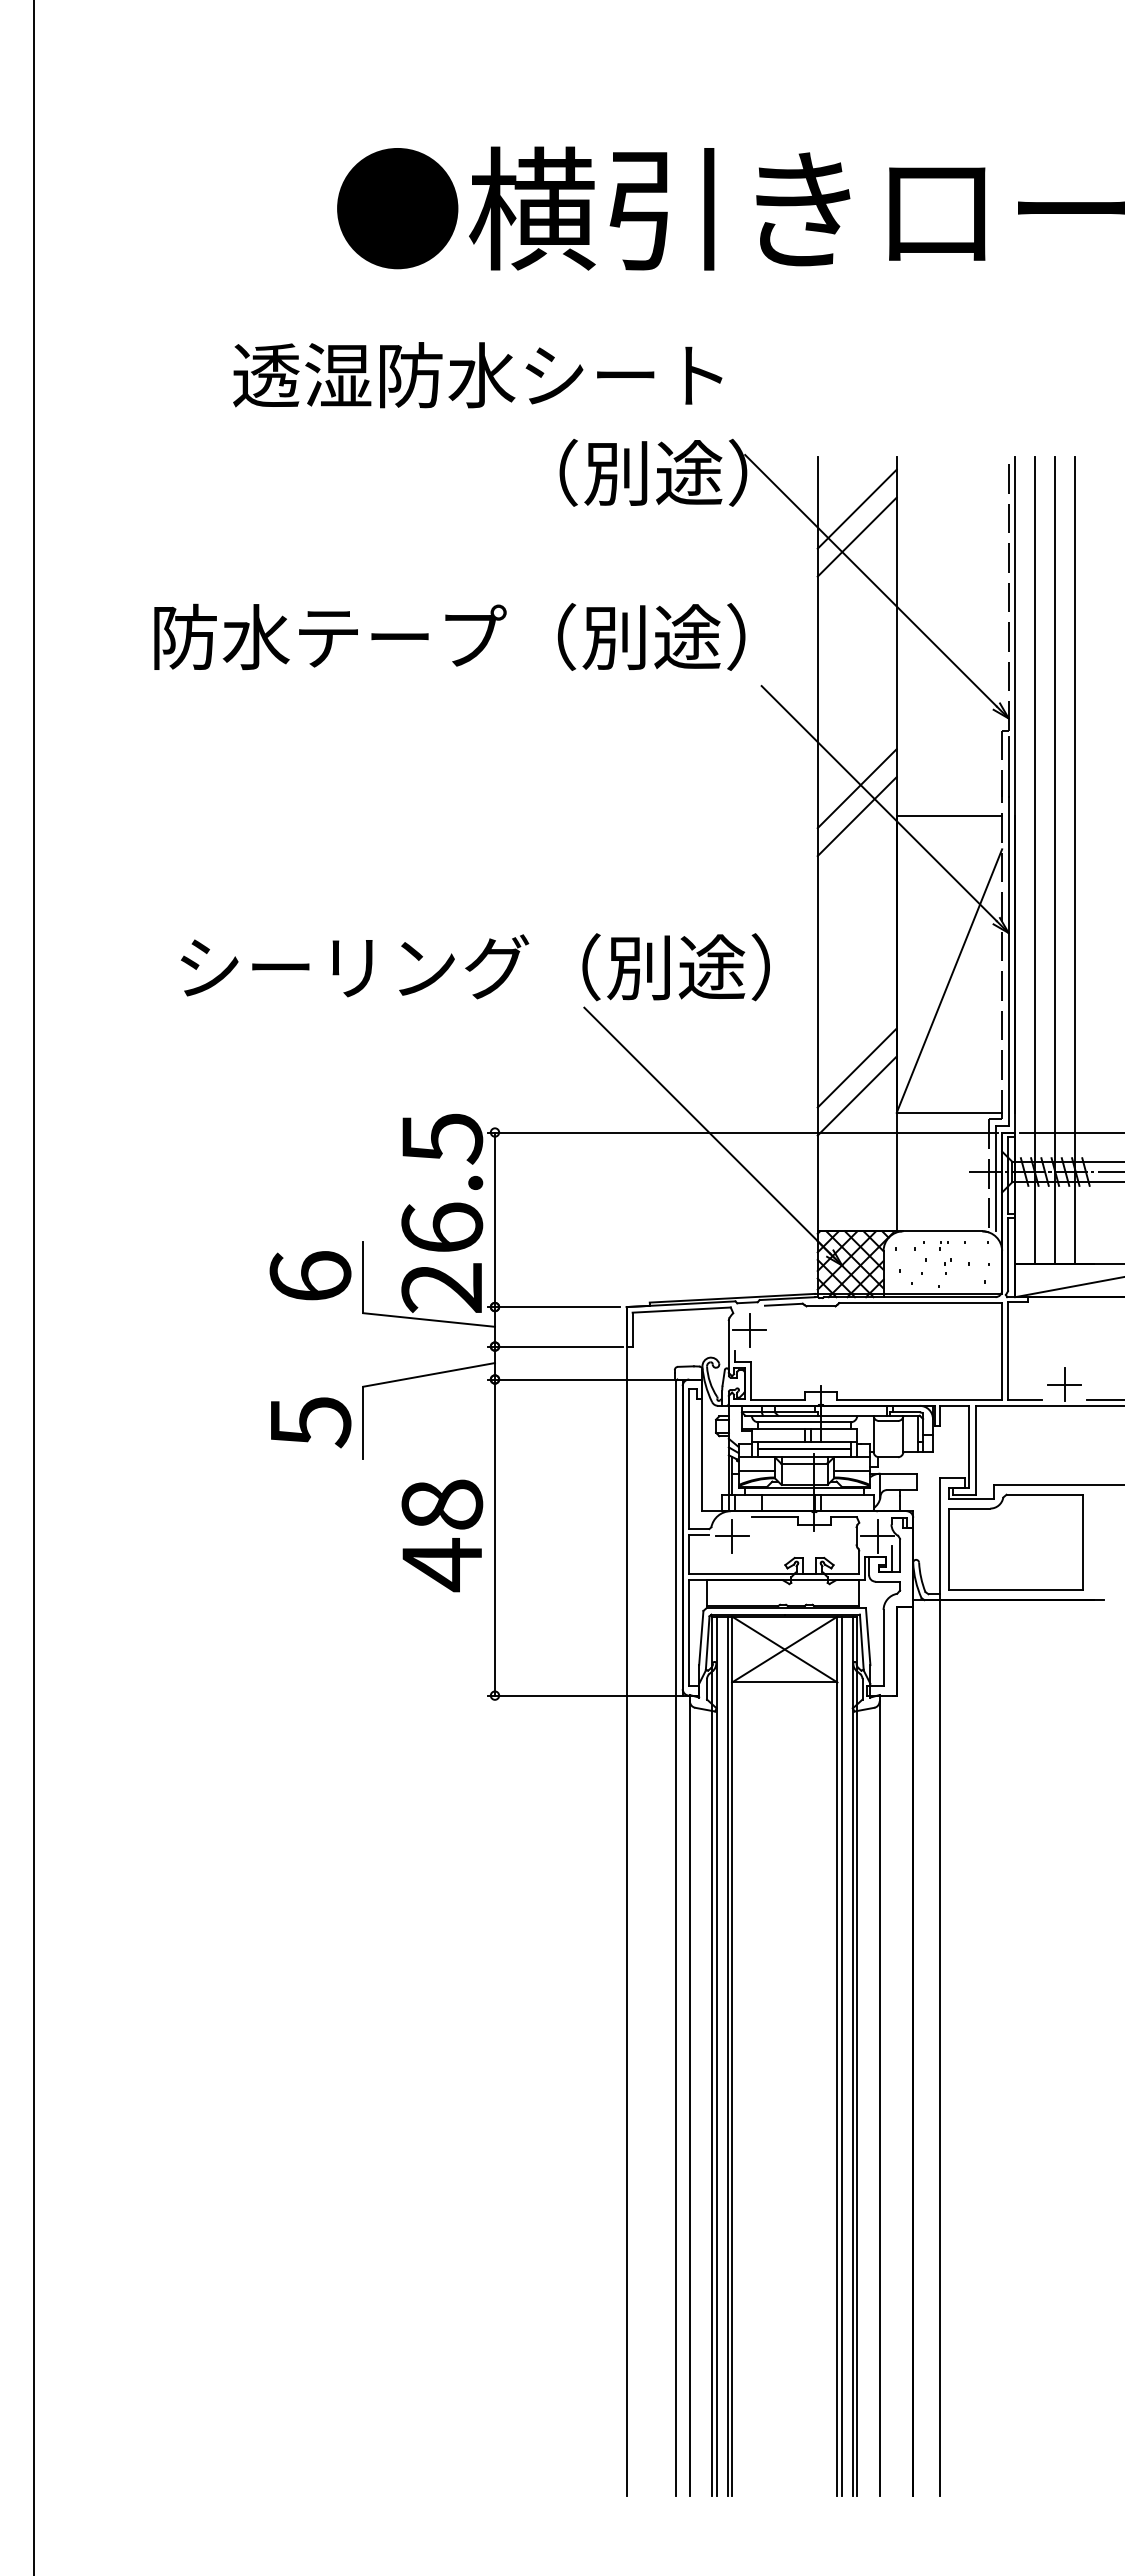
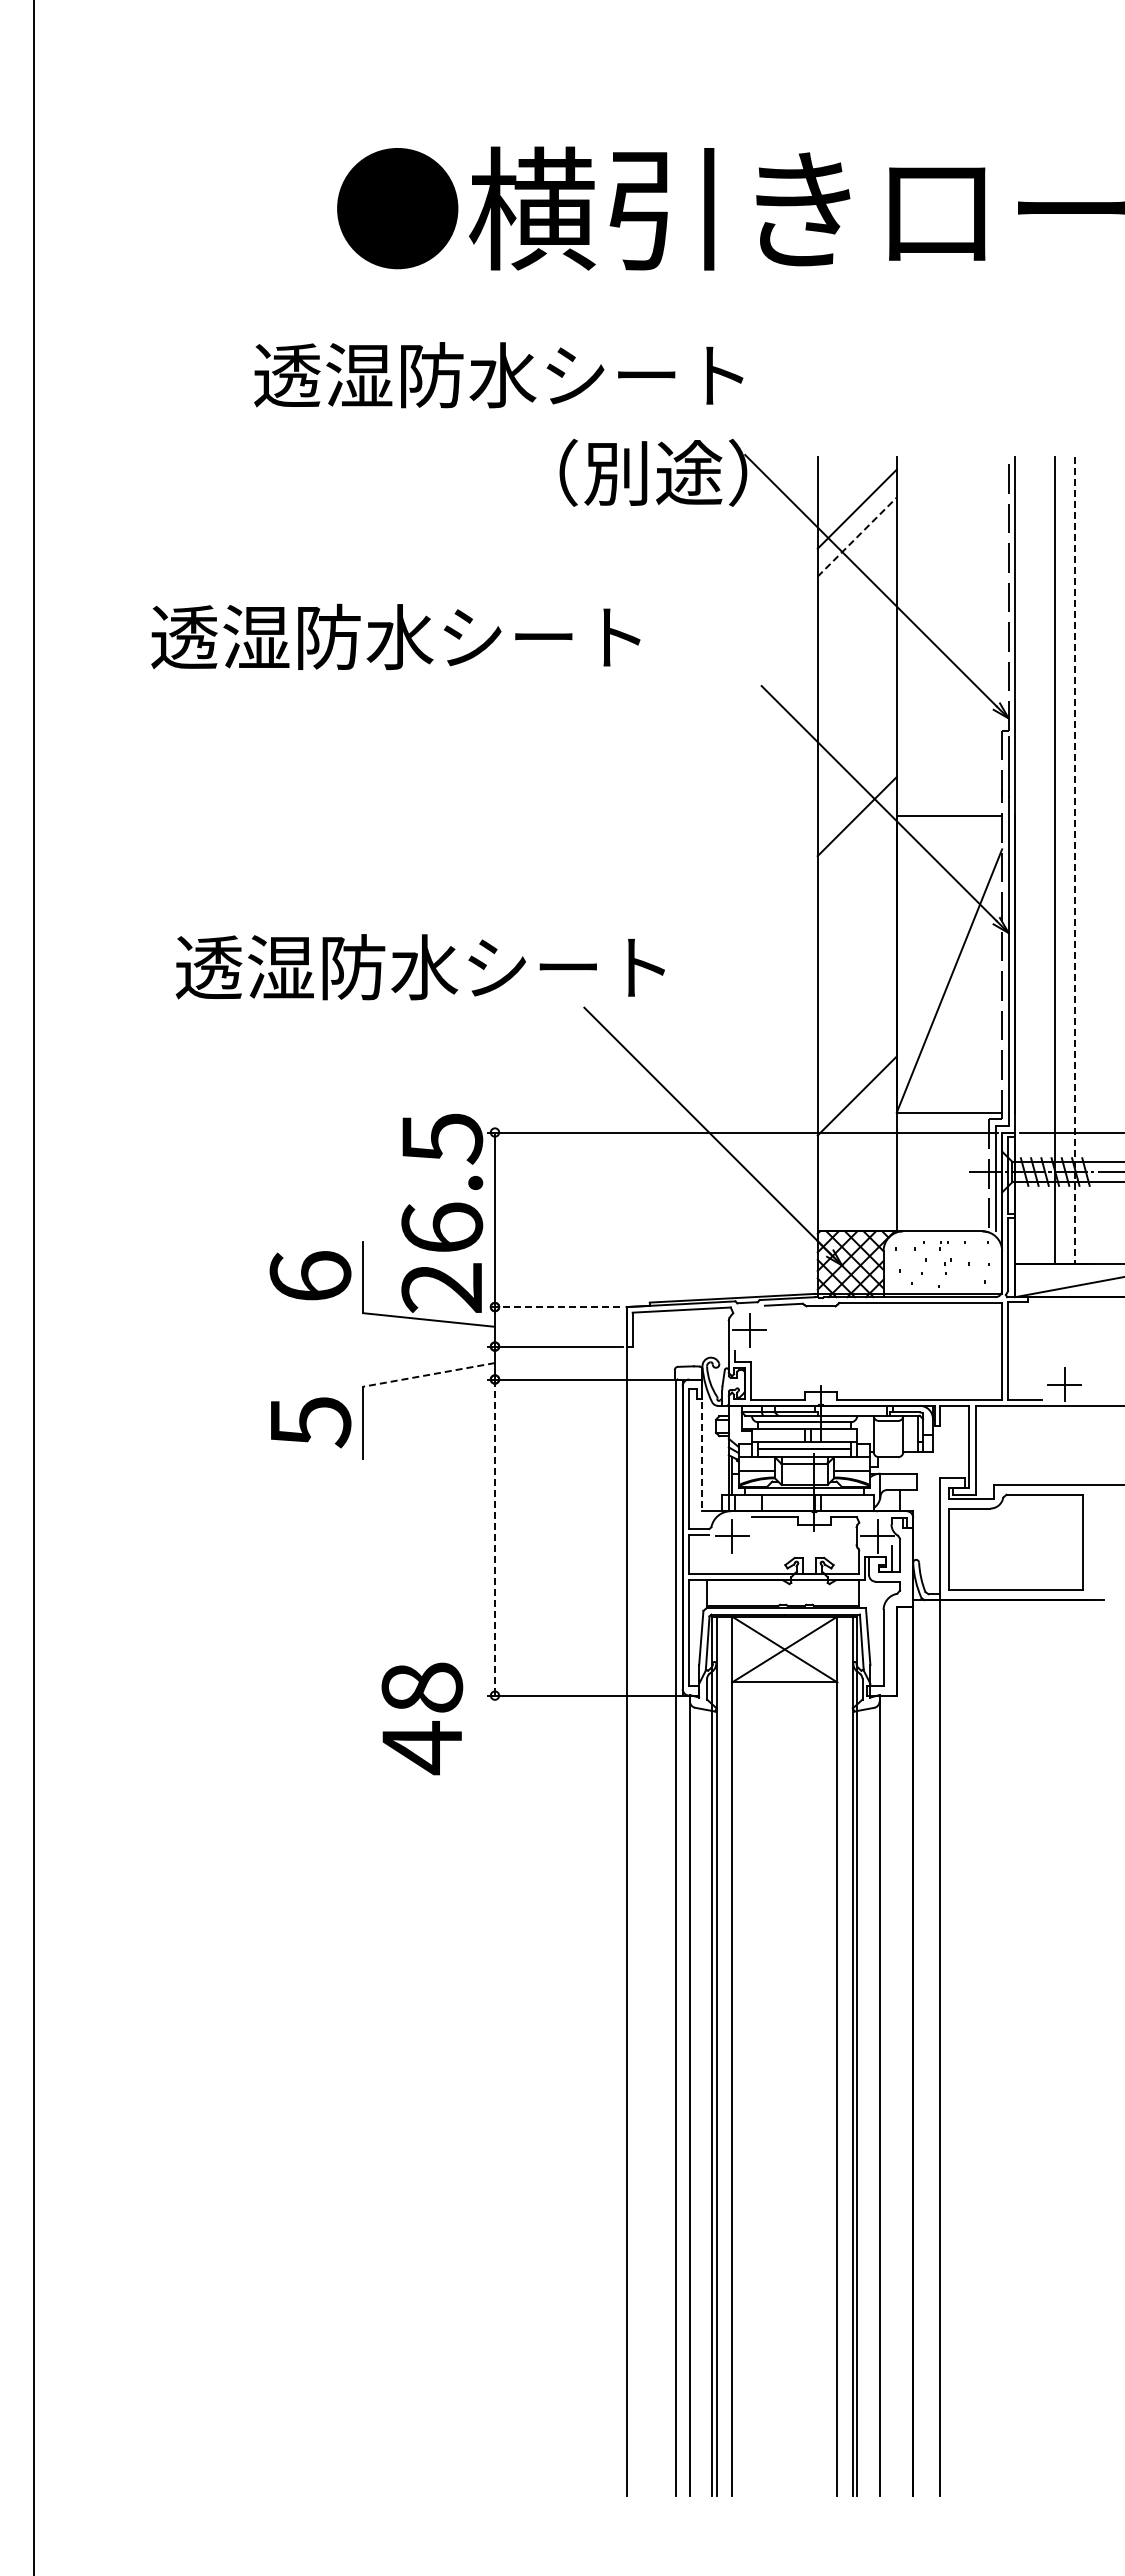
text at (477, 375) position: (477, 375) -> (498, 375)
line at (857, 537): solid -> dashed
text at (448, 636): 防水テープ（別途） -> 透湿防水シート
line at (856, 788): present -> none
line at (1035, 860): present -> none
line at (1074, 861): solid -> dashed
text at (472, 967): シーリング（別途） -> 透湿防水シート
line at (856, 1067): present -> none
line at (554, 1307): solid -> dashed
line at (429, 1374): solid -> dashed
line at (1104, 1399): present -> none
line at (702, 1445): solid -> dashed
text at (442, 1535) position: (442, 1535) -> (422, 1718)
line at (495, 1538): solid -> dashed
line at (727, 2055): present -> none
line at (842, 2055): present -> none
